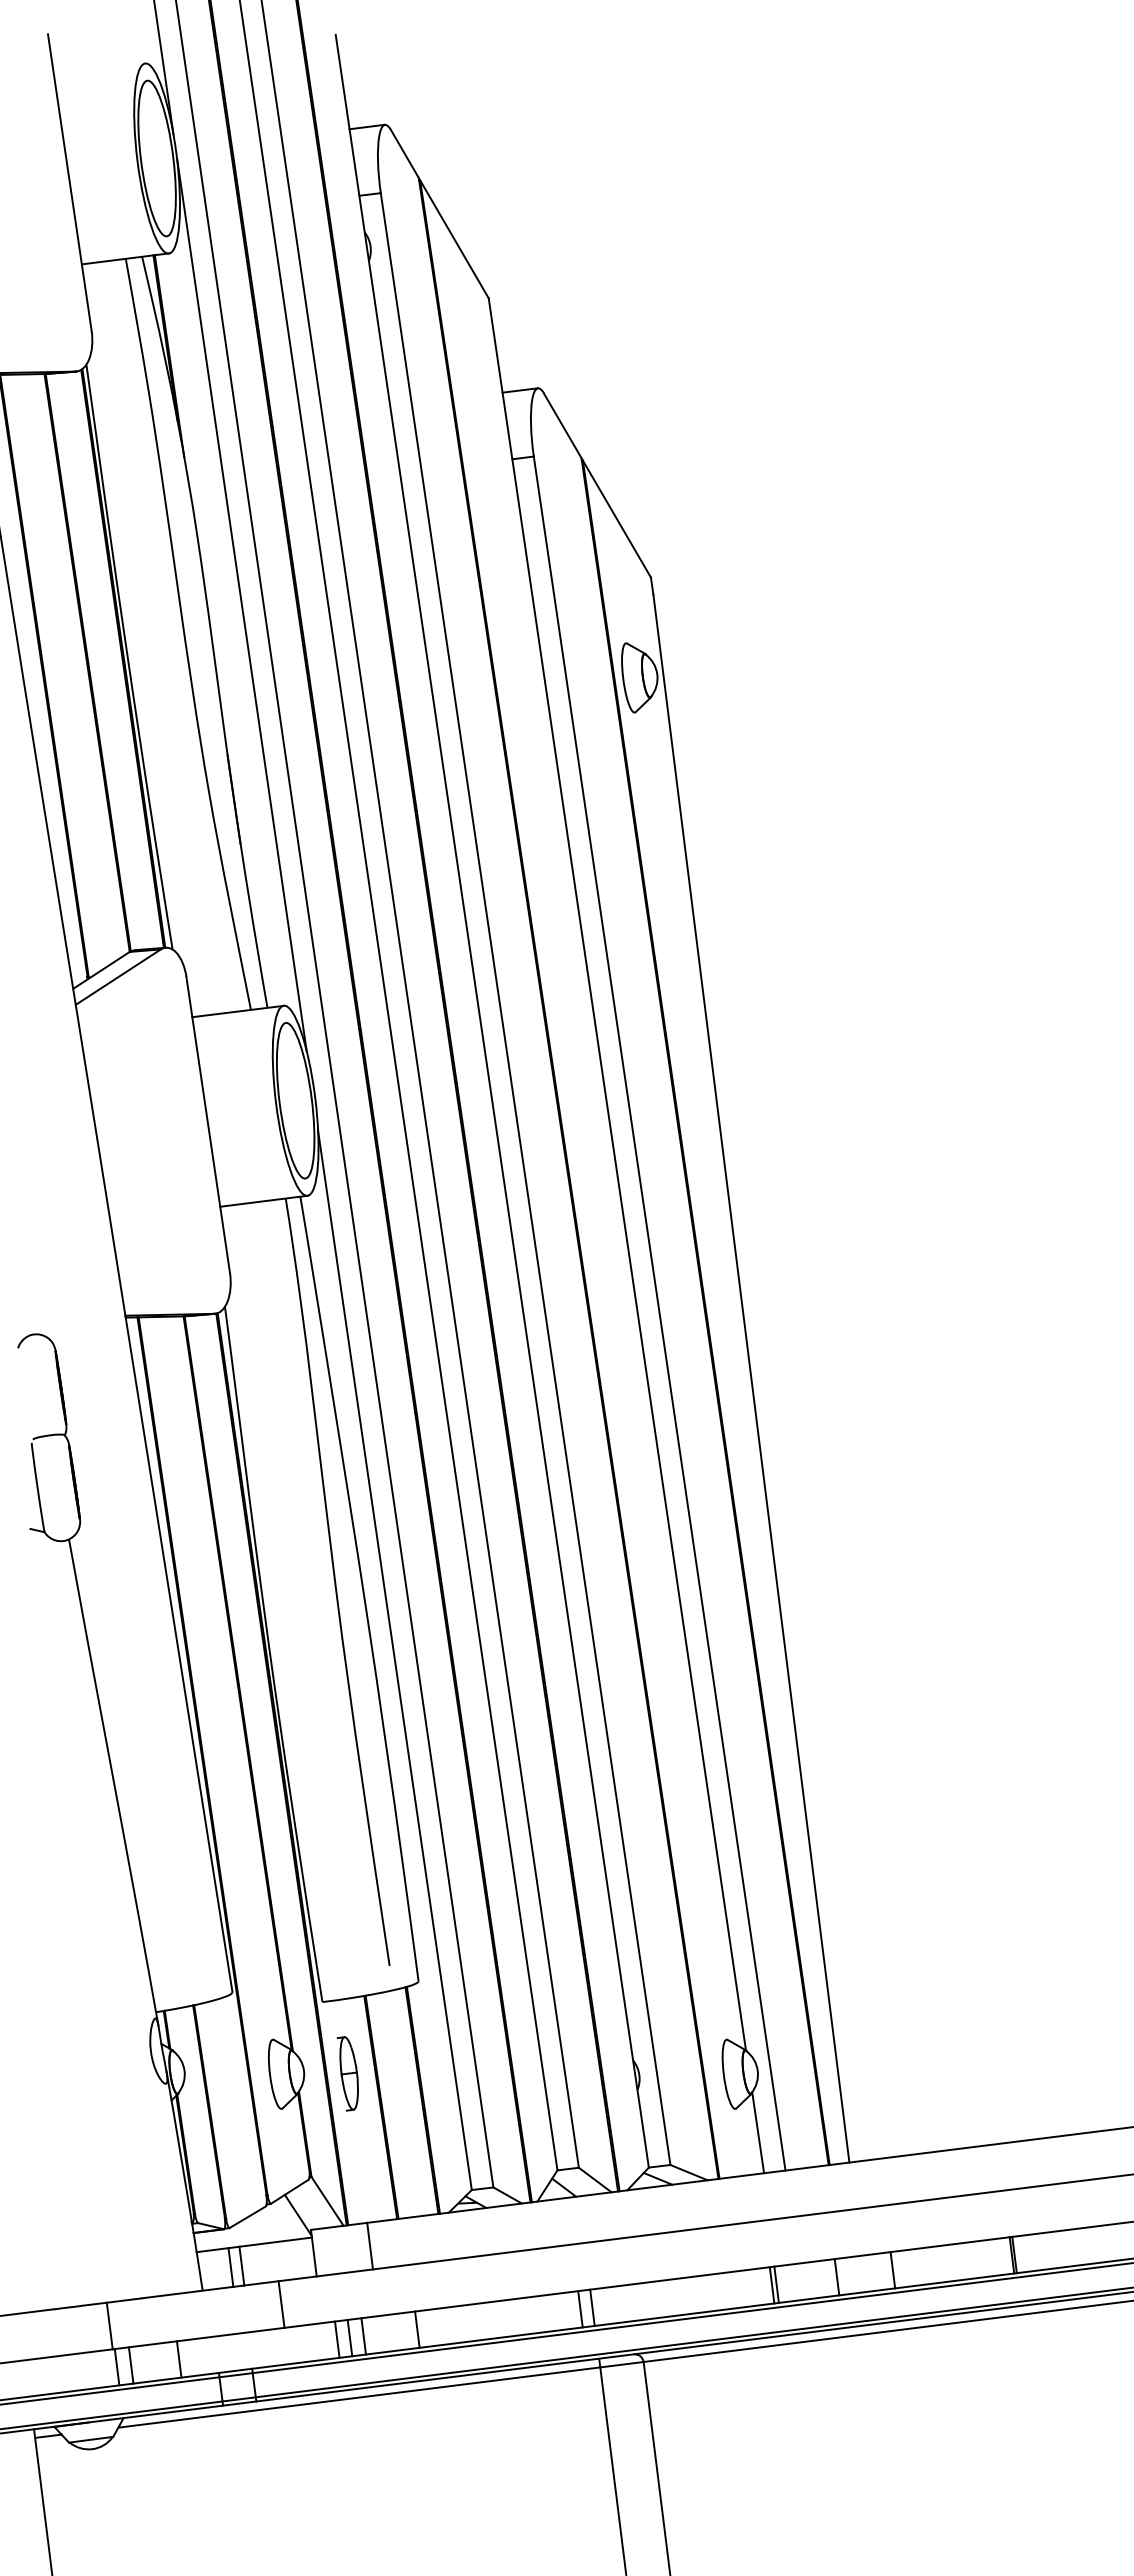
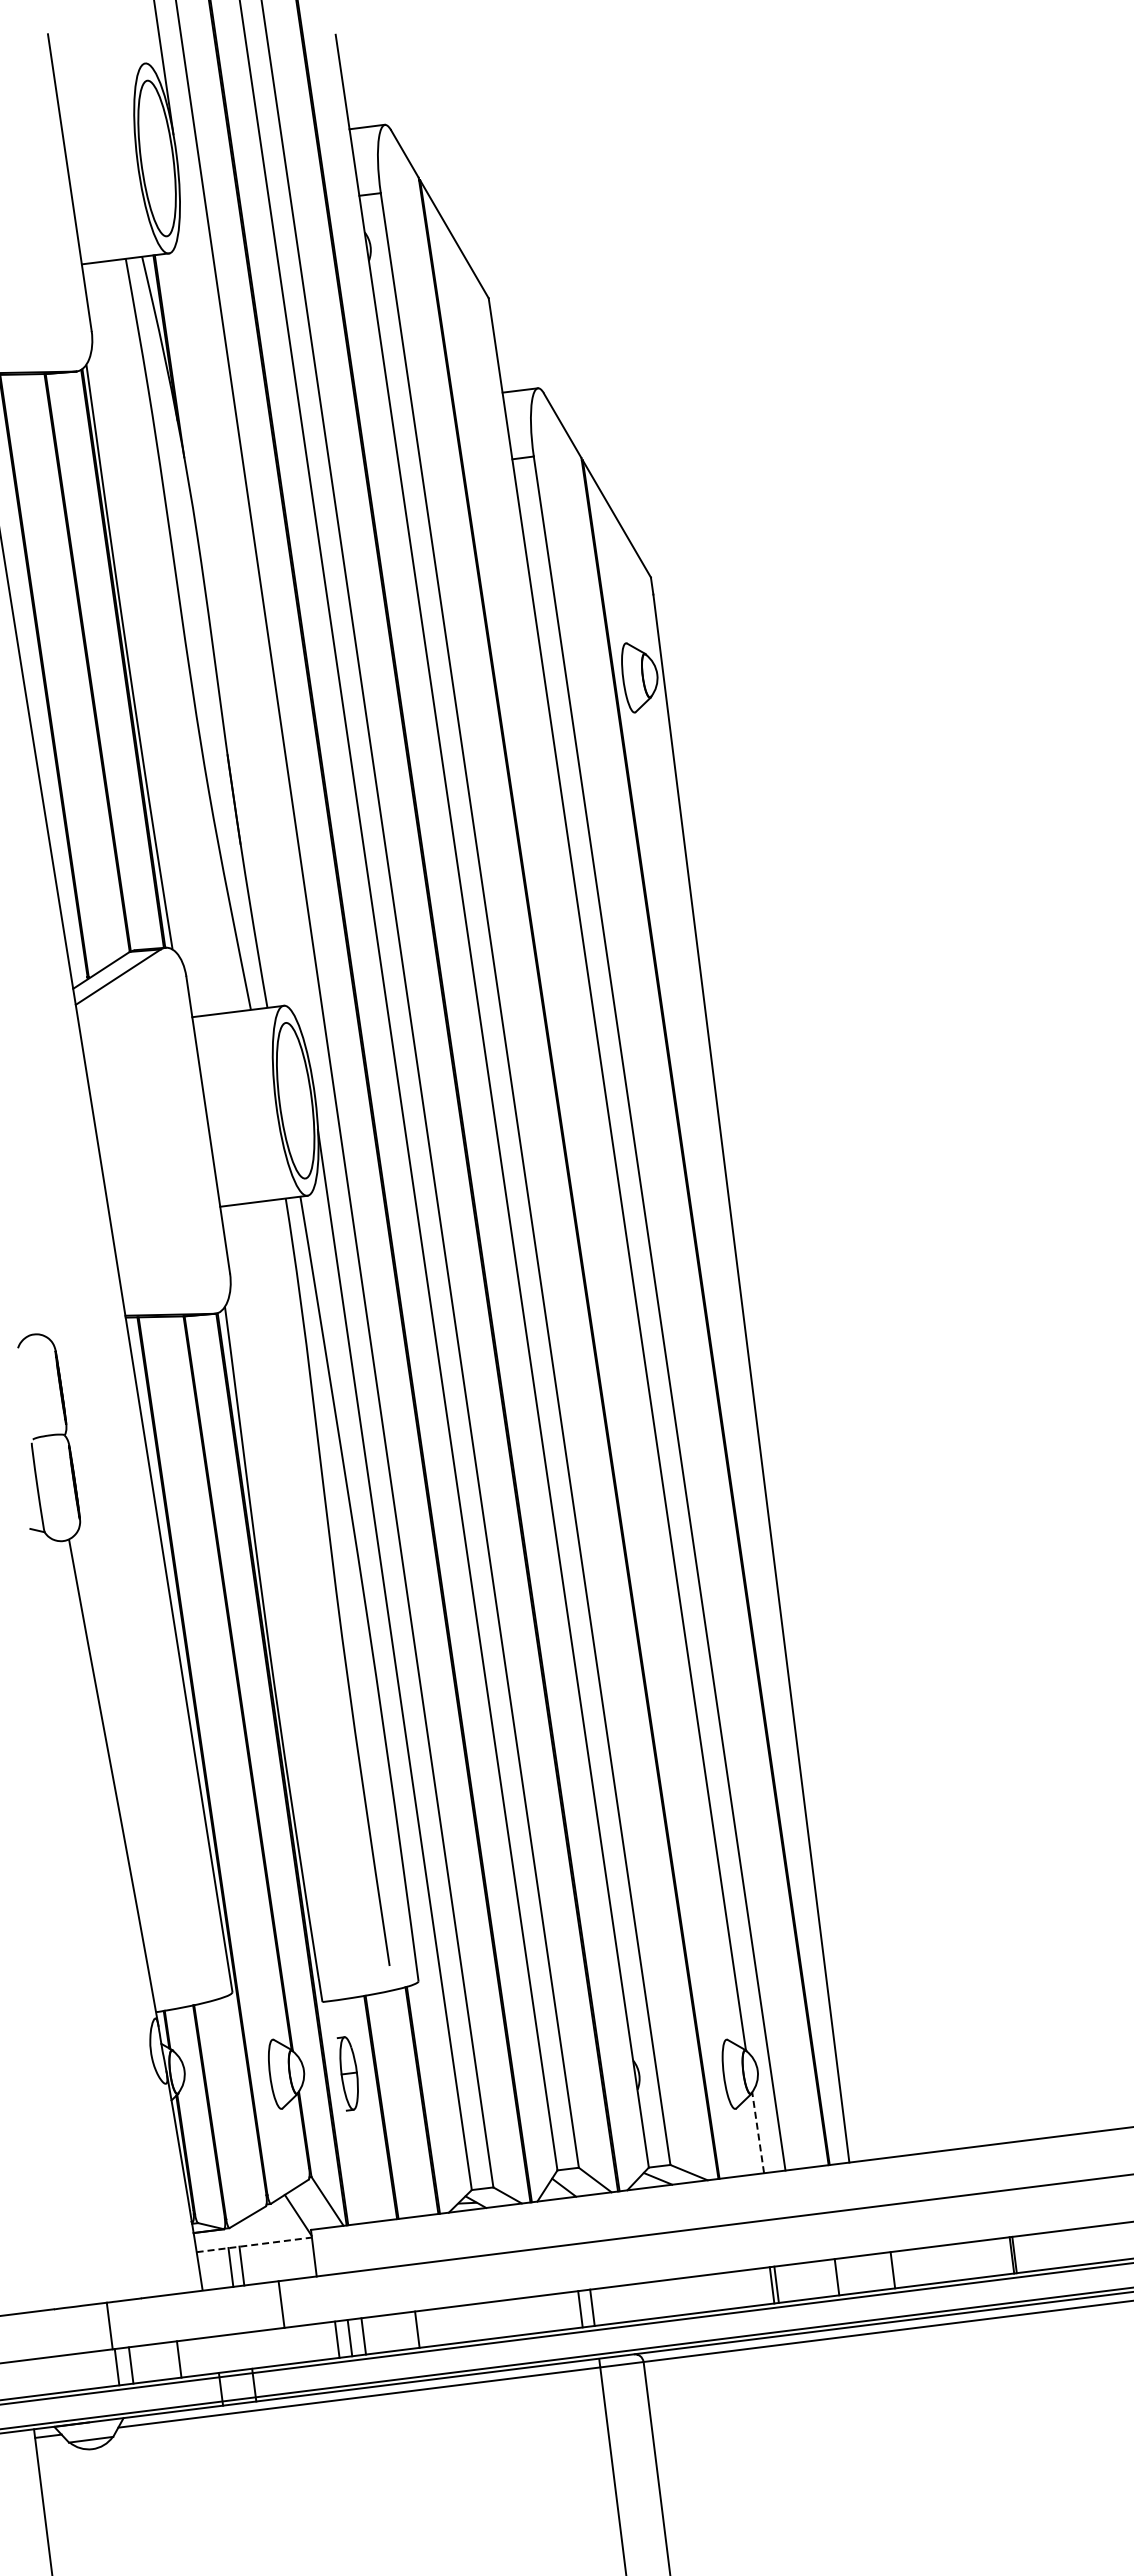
line at (241, 604): present -> none
line at (758, 2132): solid -> dashed
line at (254, 2244): solid -> dashed
line at (369, 2245): present -> none
